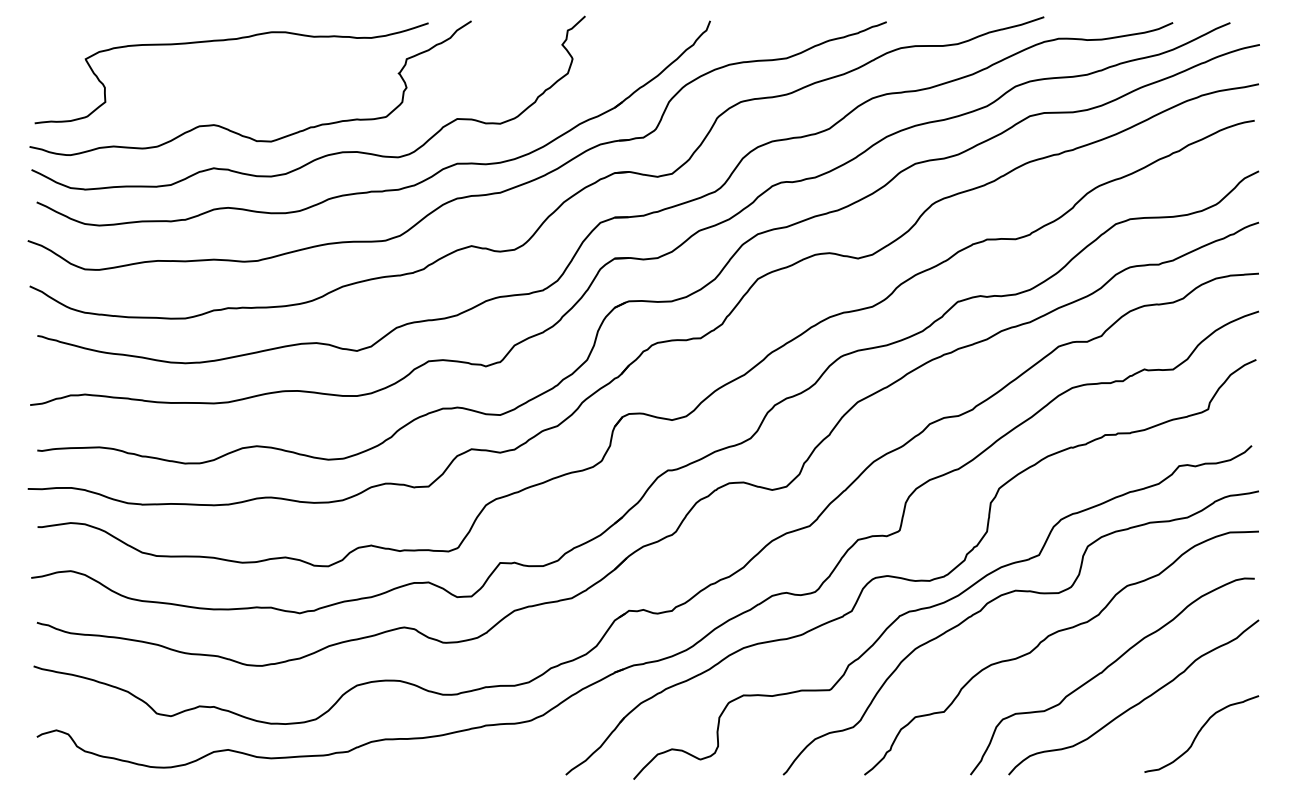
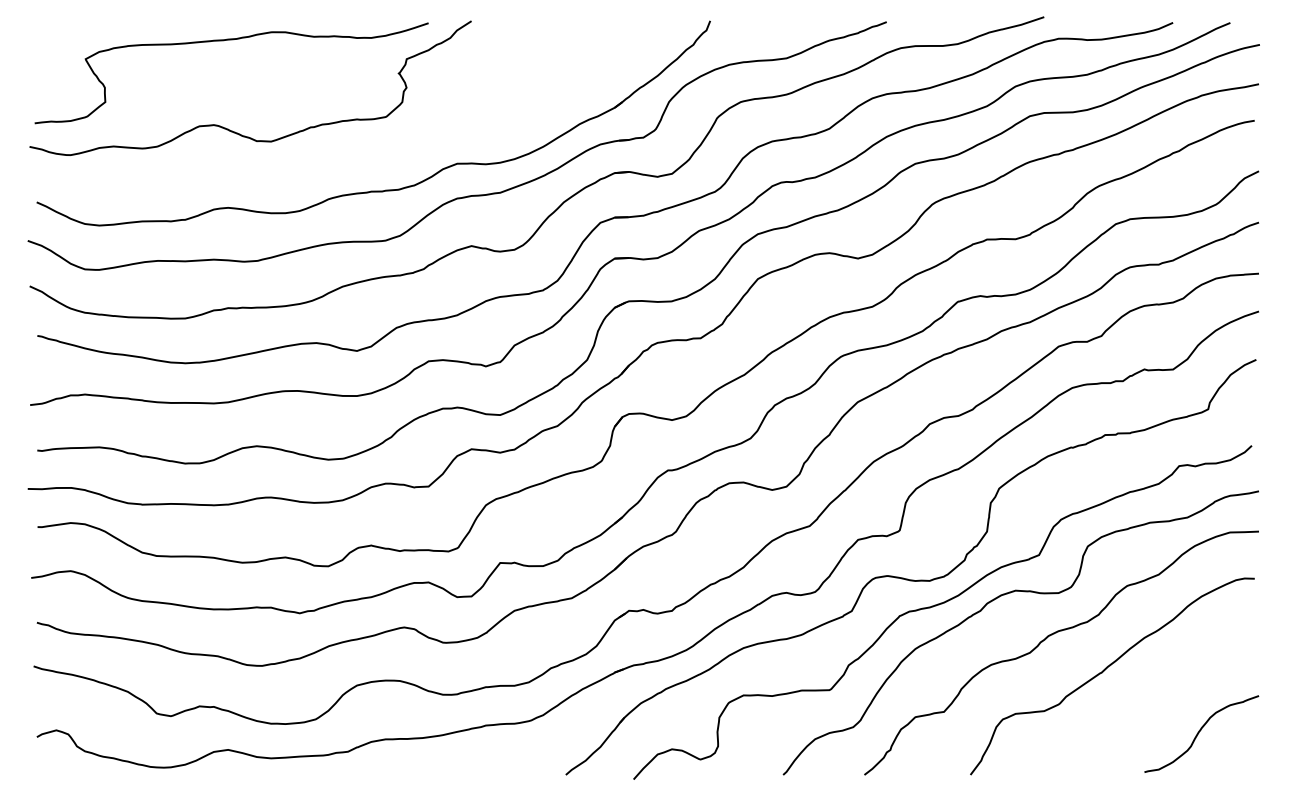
curve at (326, 154): present -> none
curve at (1136, 703): present -> none
